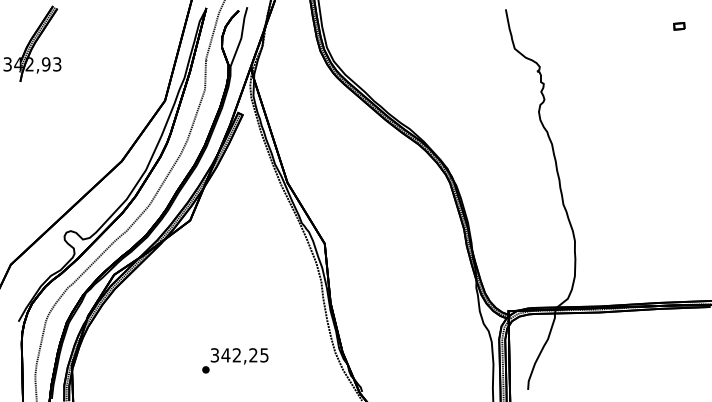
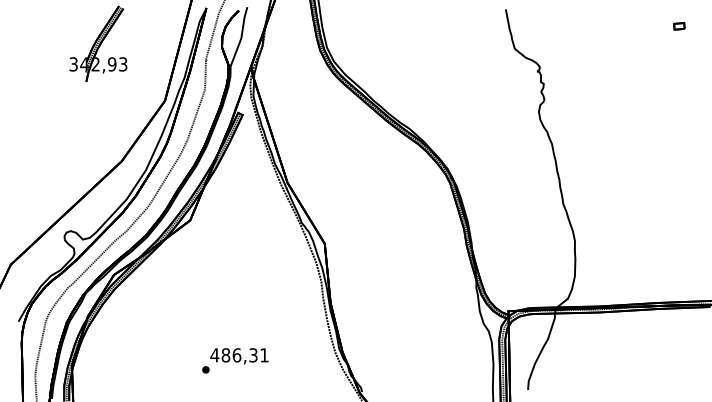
part at (32, 43) position: (32, 43) -> (98, 43)
text at (239, 355): 342,25 -> 486,31
